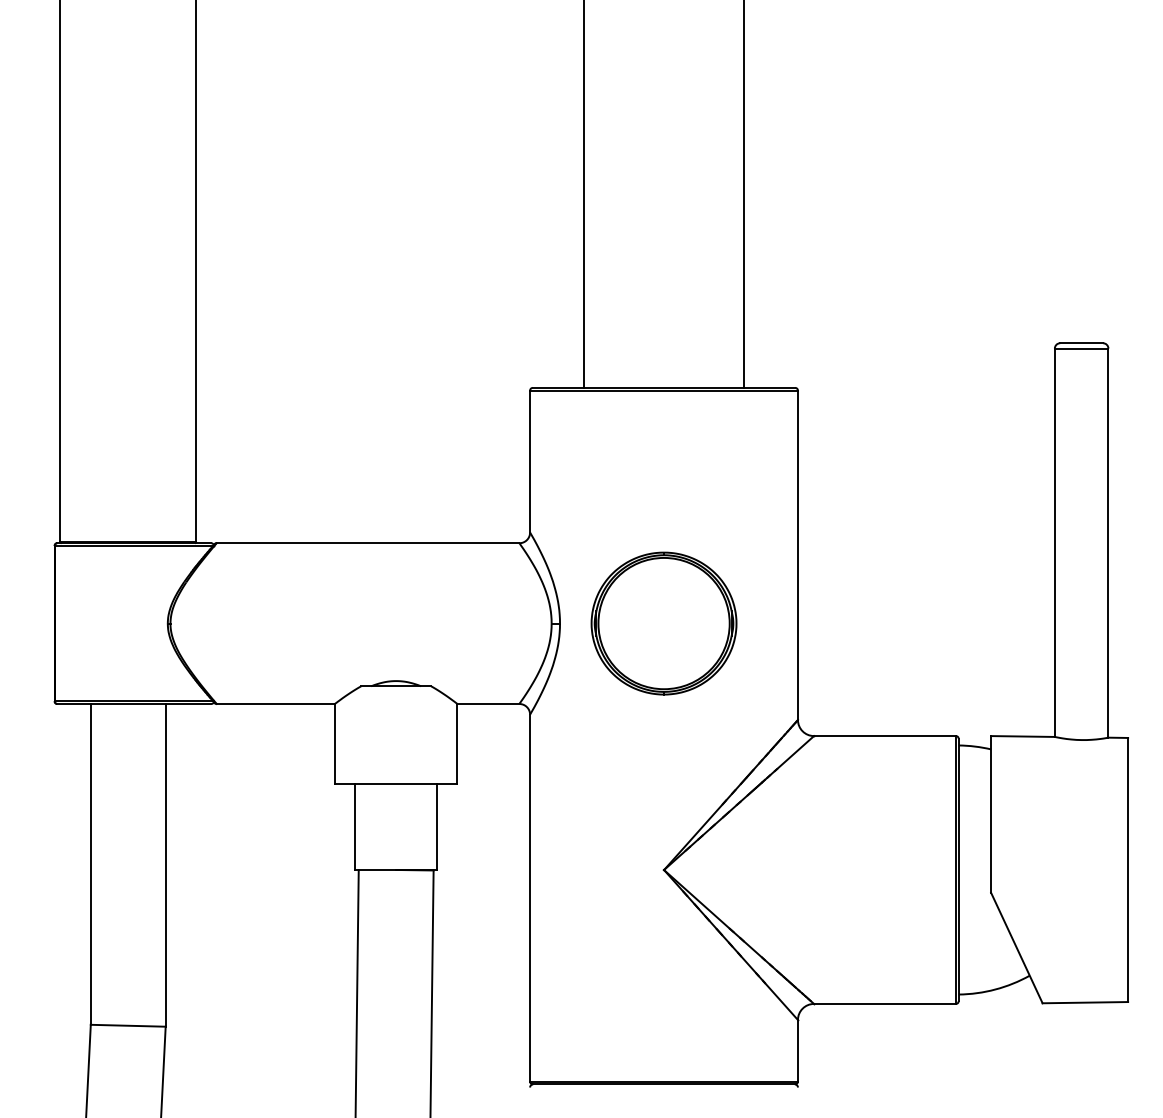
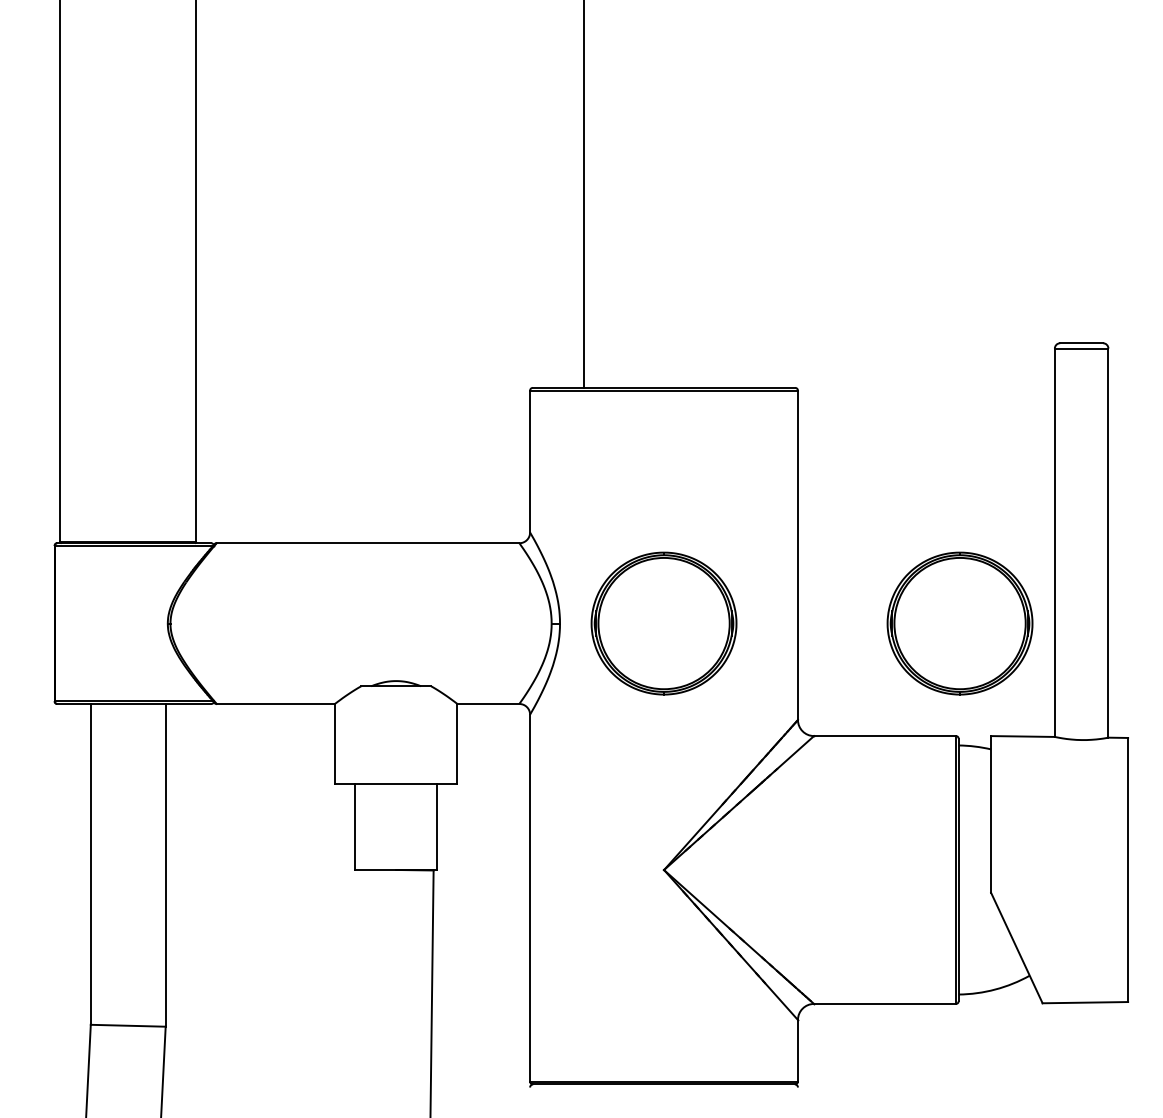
line at (744, 194): present -> none
part at (959, 623): none -> present
line at (356, 991): present -> none
